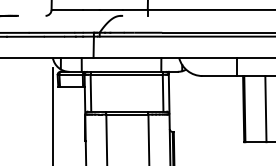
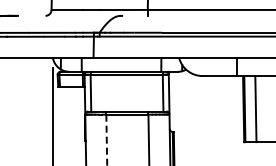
line at (265, 109) position: (265, 109) -> (255, 109)
line at (106, 140): solid -> dashed
